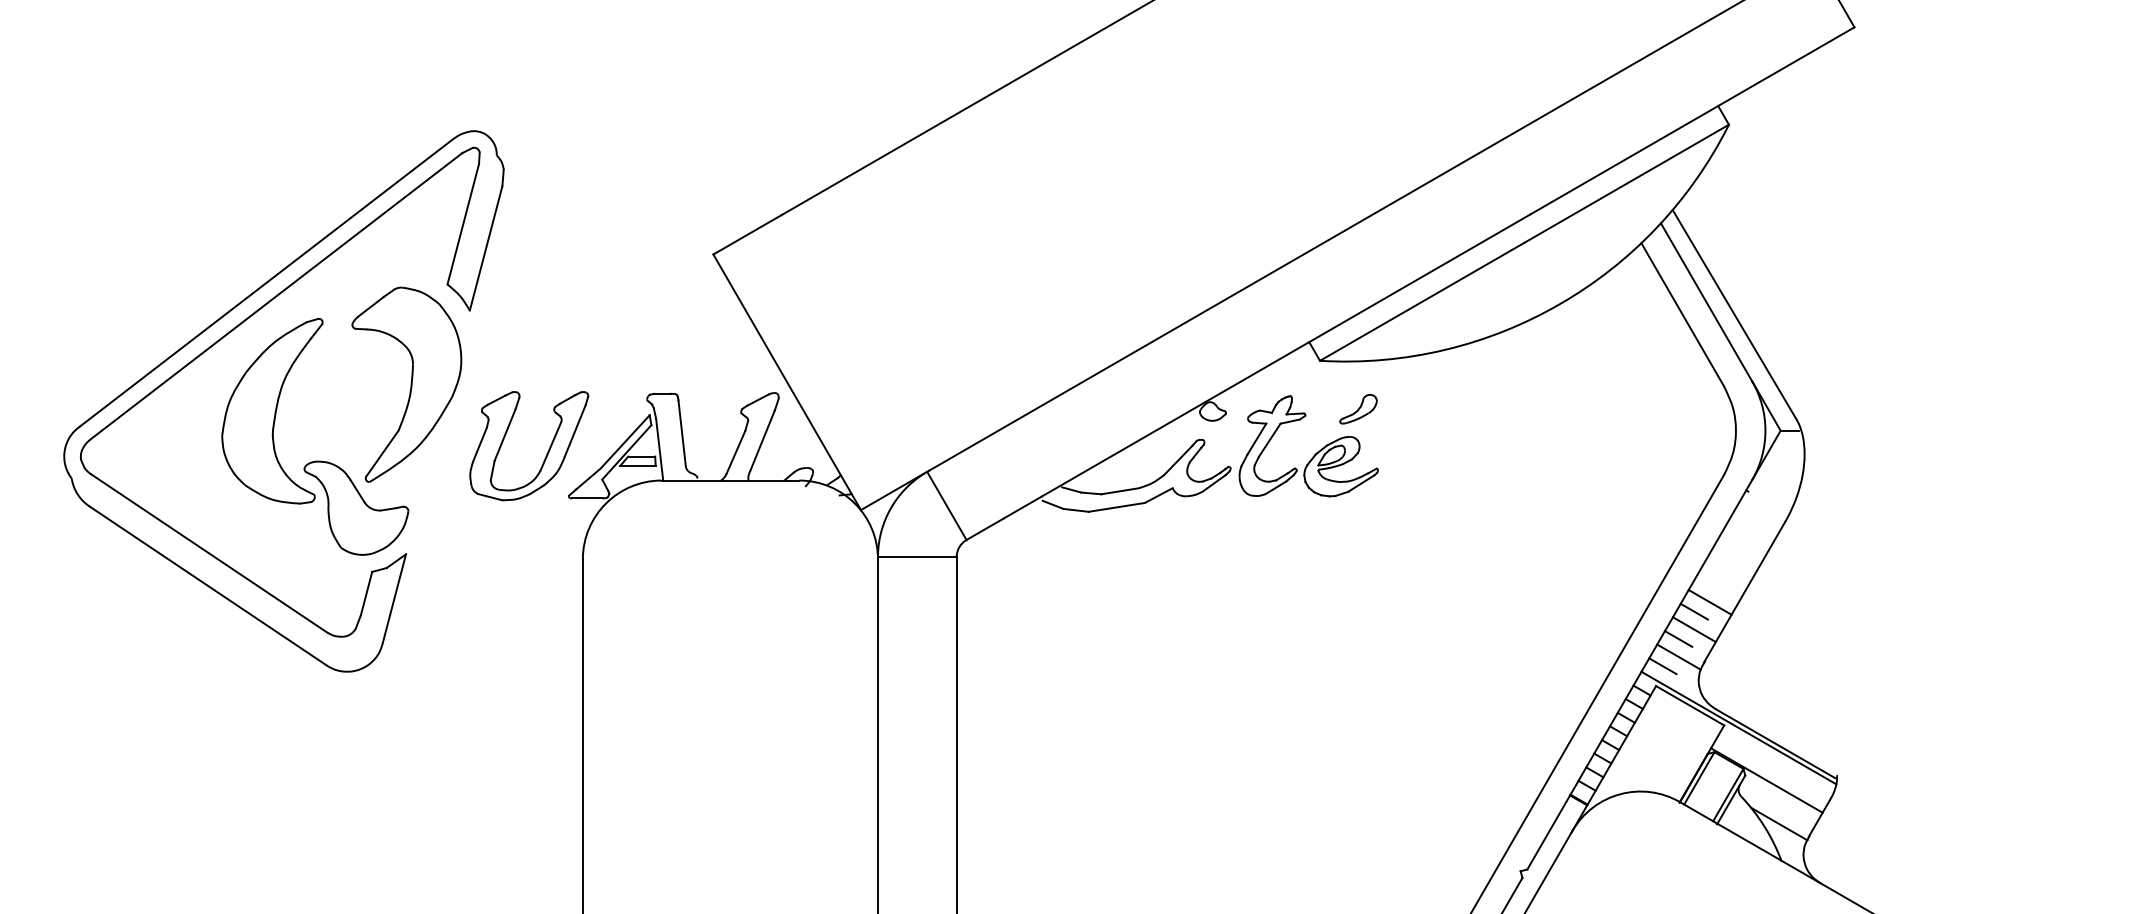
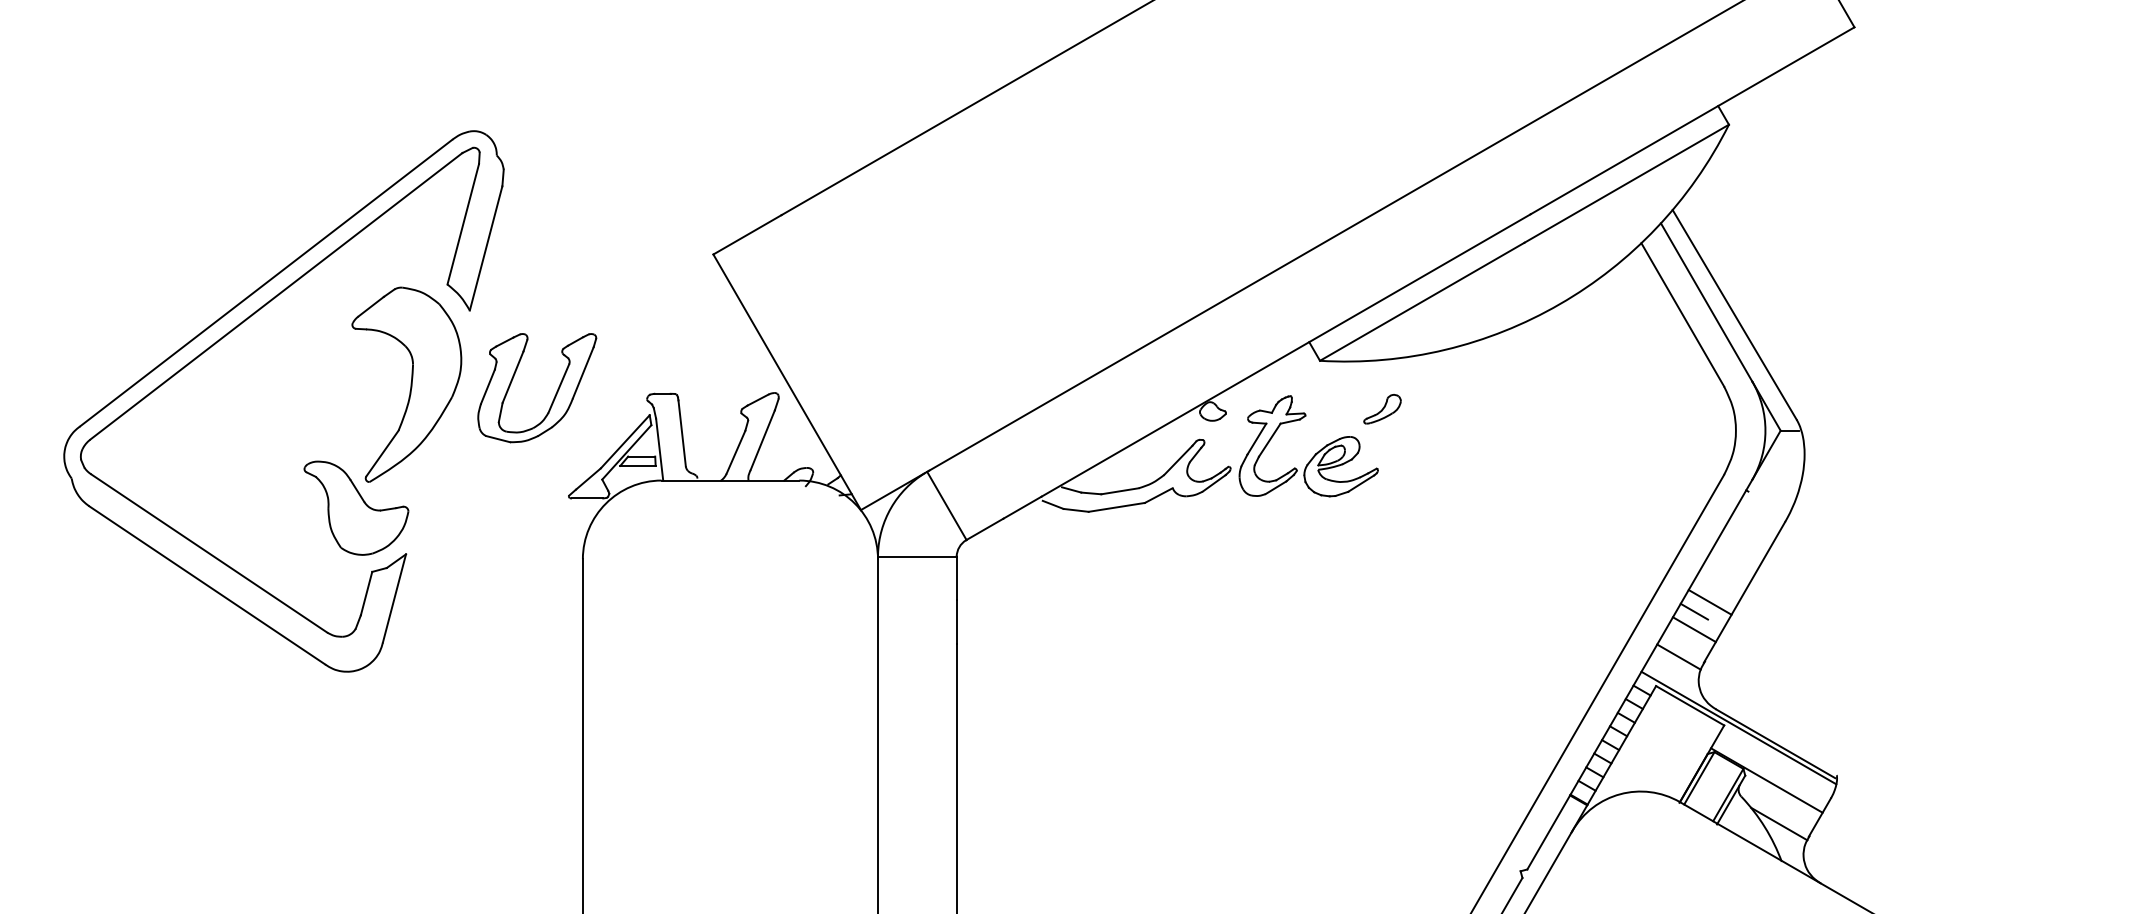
part at (1358, 409) position: (1358, 409) -> (1382, 409)
part at (272, 411): present -> none
part at (546, 453) position: (546, 453) -> (554, 395)
line at (1678, 638): present -> none
line at (1662, 666): present -> none
